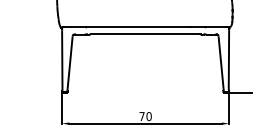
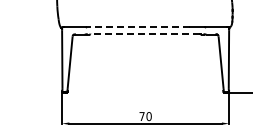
line at (137, 27): solid -> dashed
line at (145, 34): solid -> dashed
